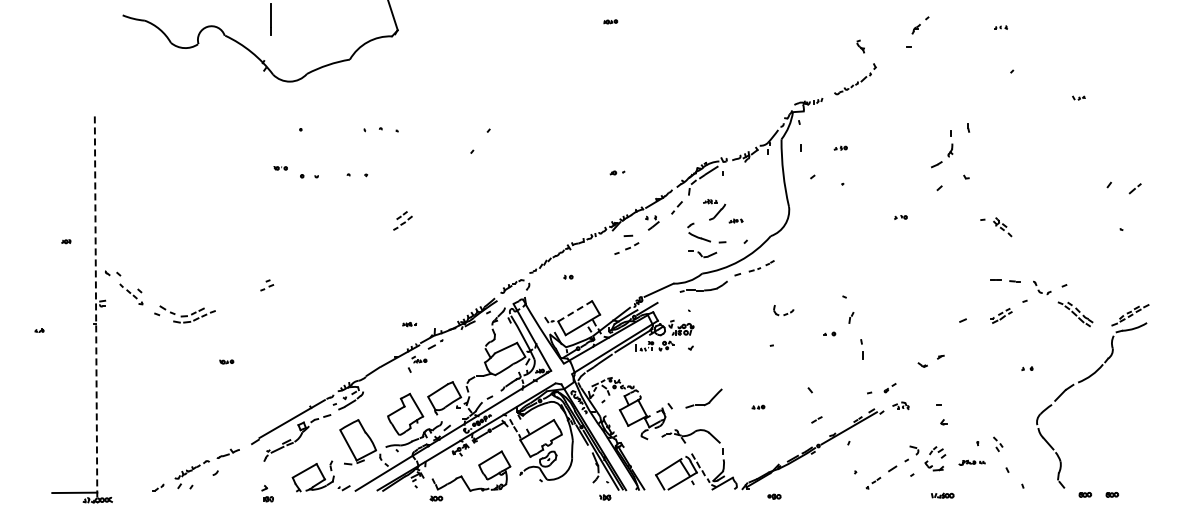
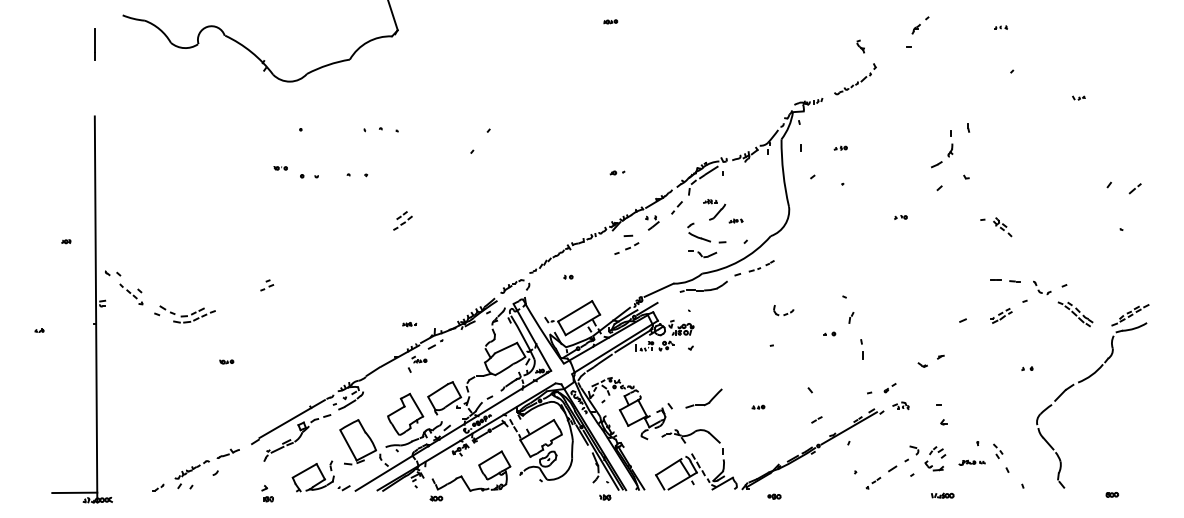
line at (270, 19) position: (270, 19) -> (94, 44)
line at (96, 309): dashed -> solid
line at (575, 311): dashed -> solid
part at (998, 444) position: (998, 444) -> (998, 451)
part at (1085, 494): present -> none
